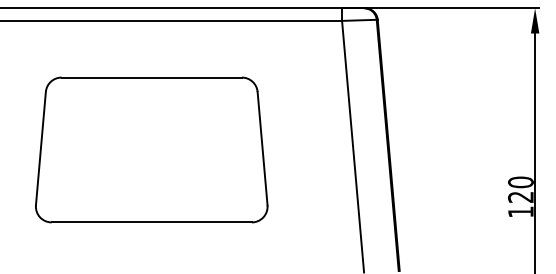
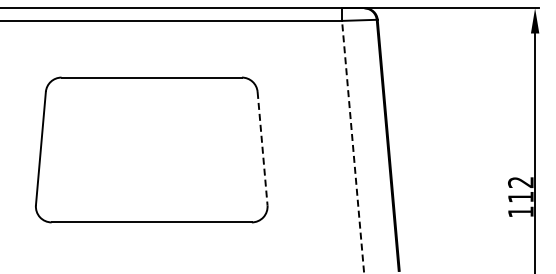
line at (353, 146): solid -> dashed
line at (262, 148): solid -> dashed
text at (520, 189): 120 -> 112
